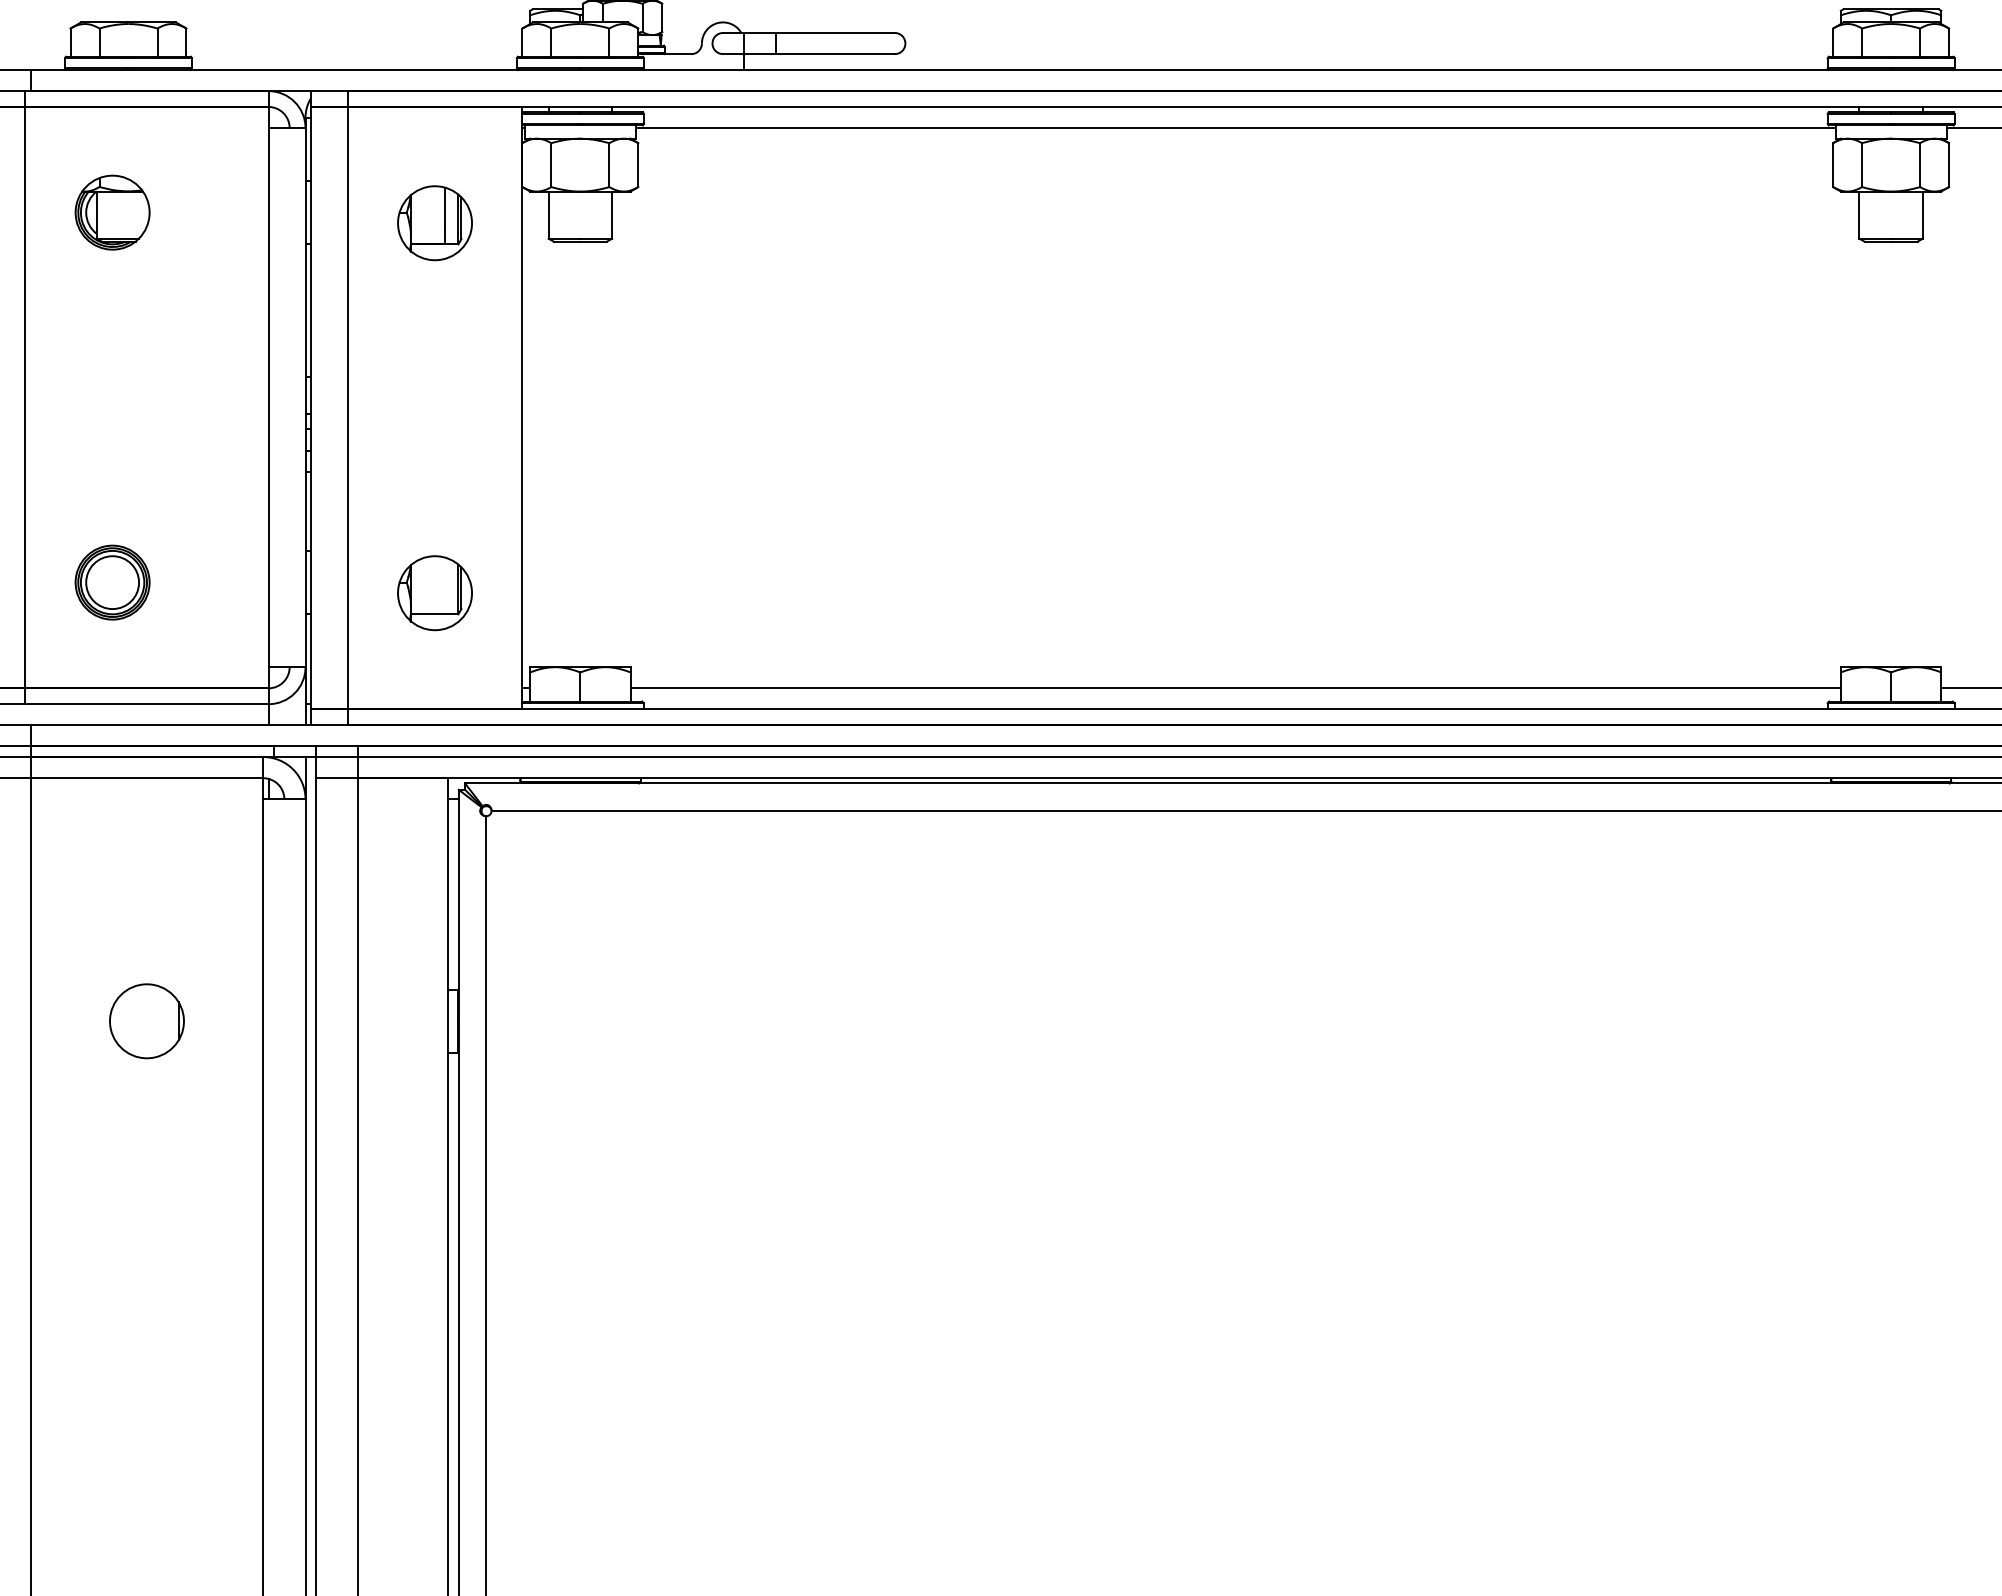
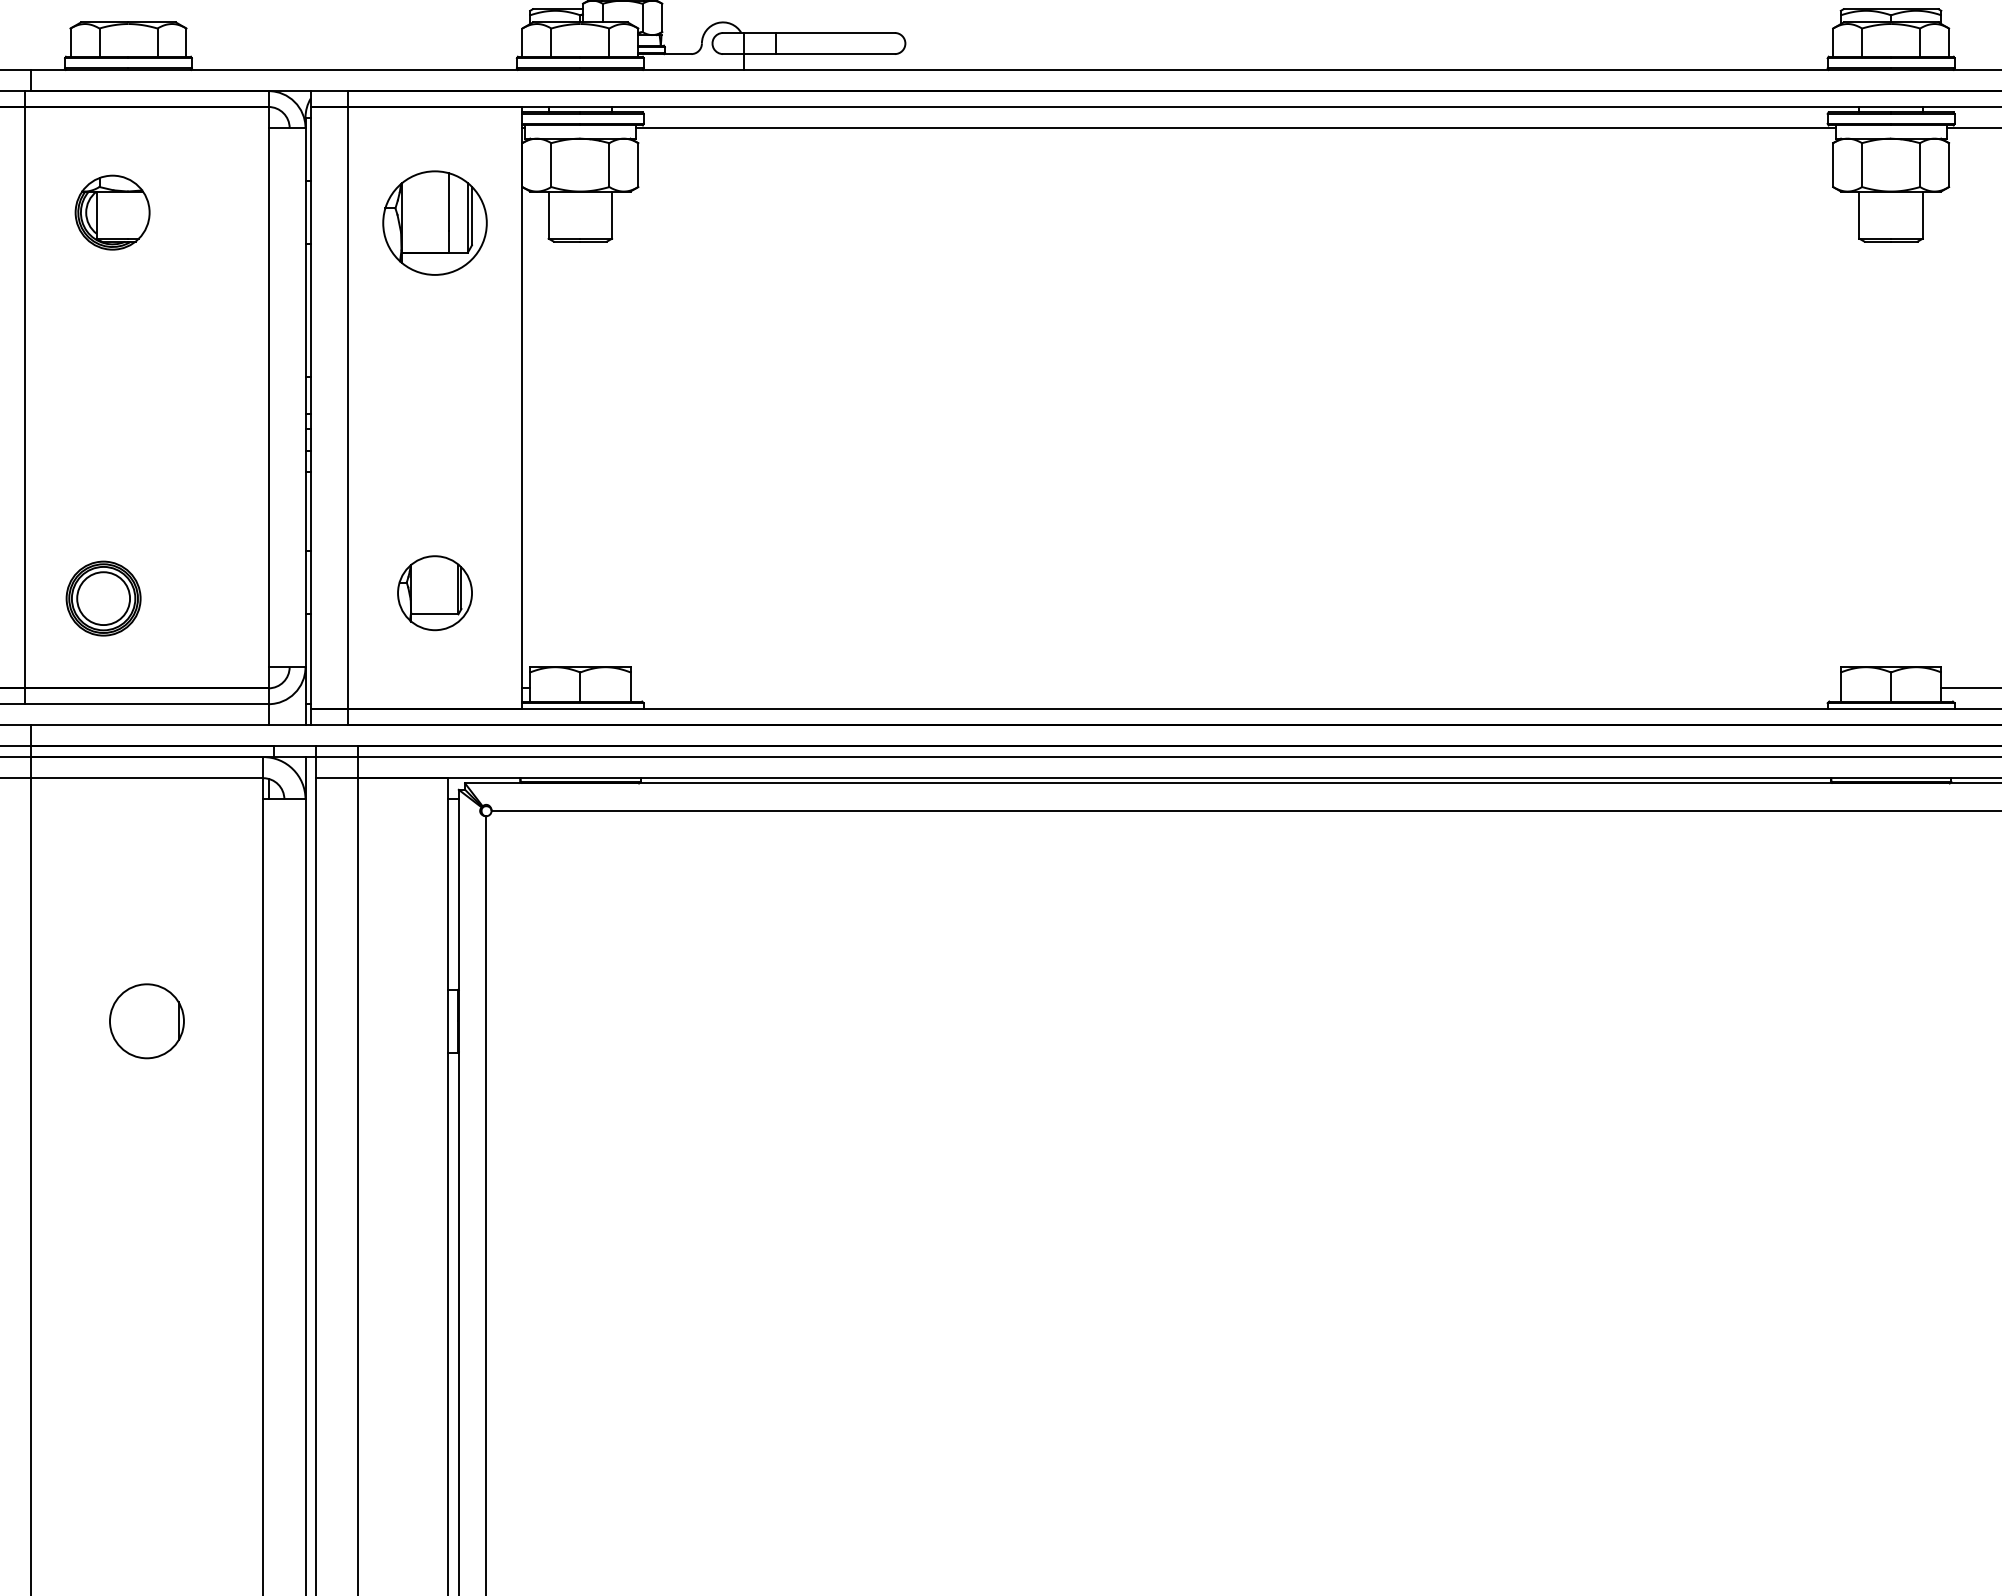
part at (434, 223) size: 76x77 px -> 106x106 px
part at (112, 582) position: (112, 582) -> (103, 598)
line at (1235, 688): present -> none
